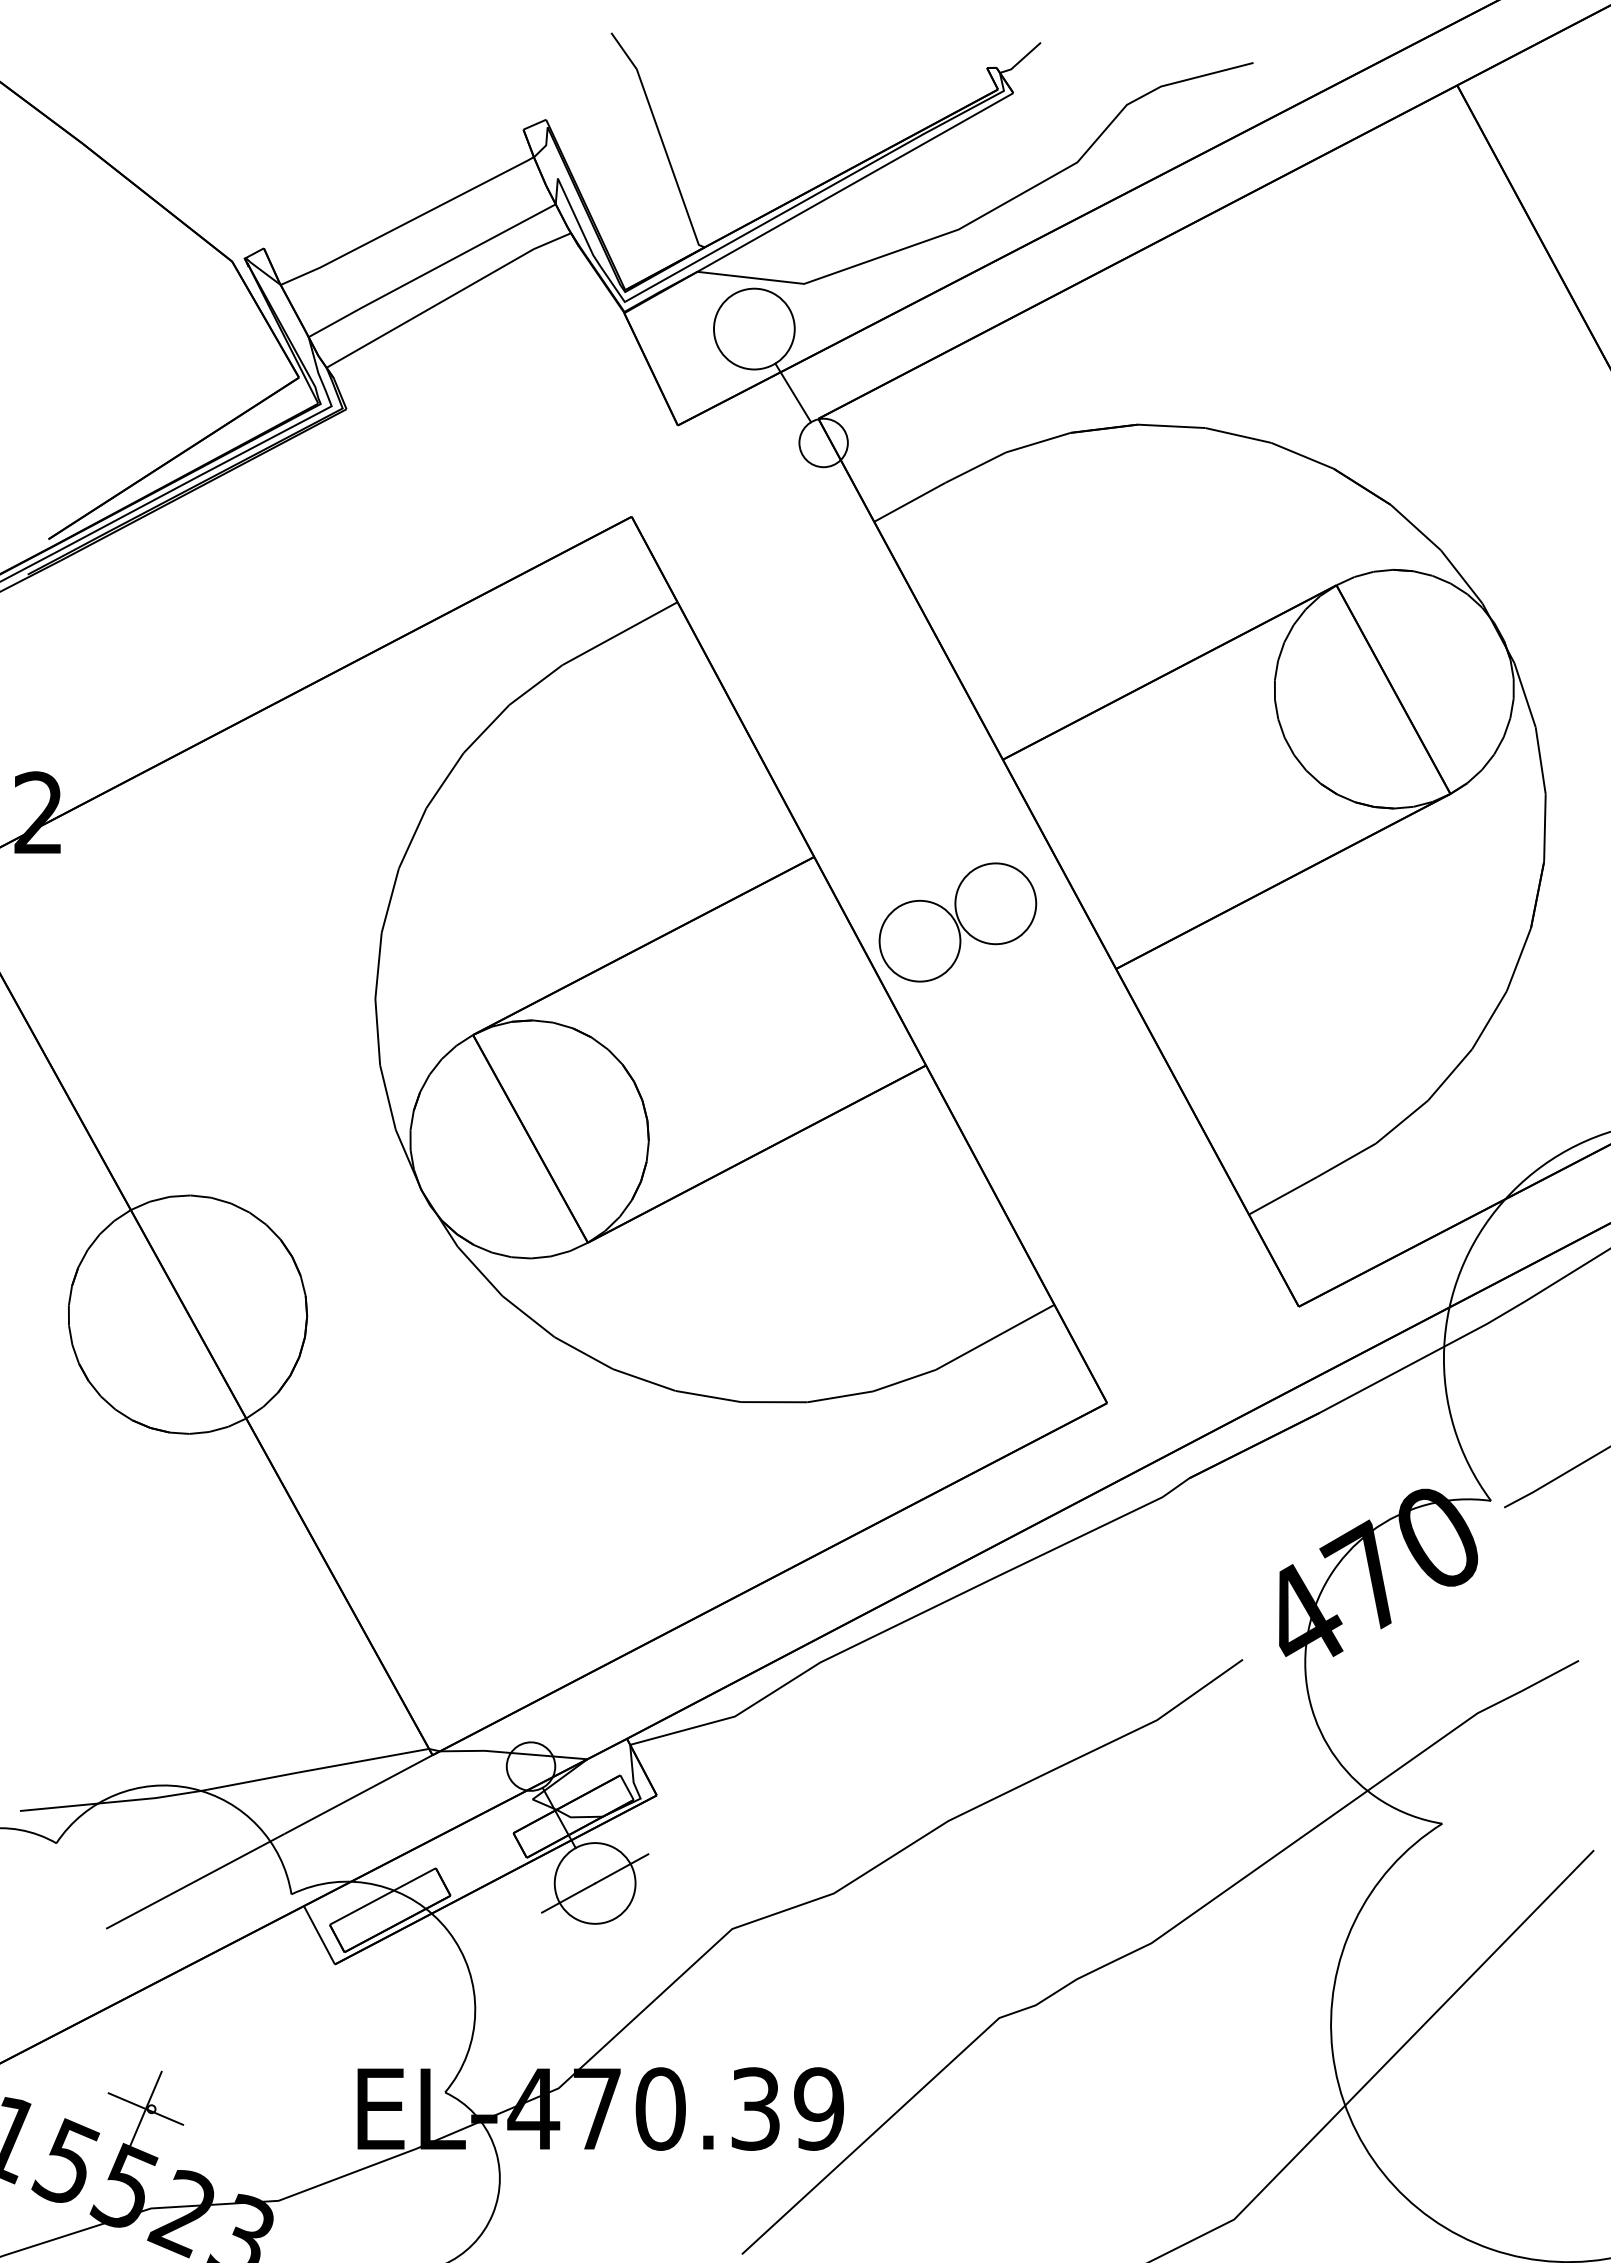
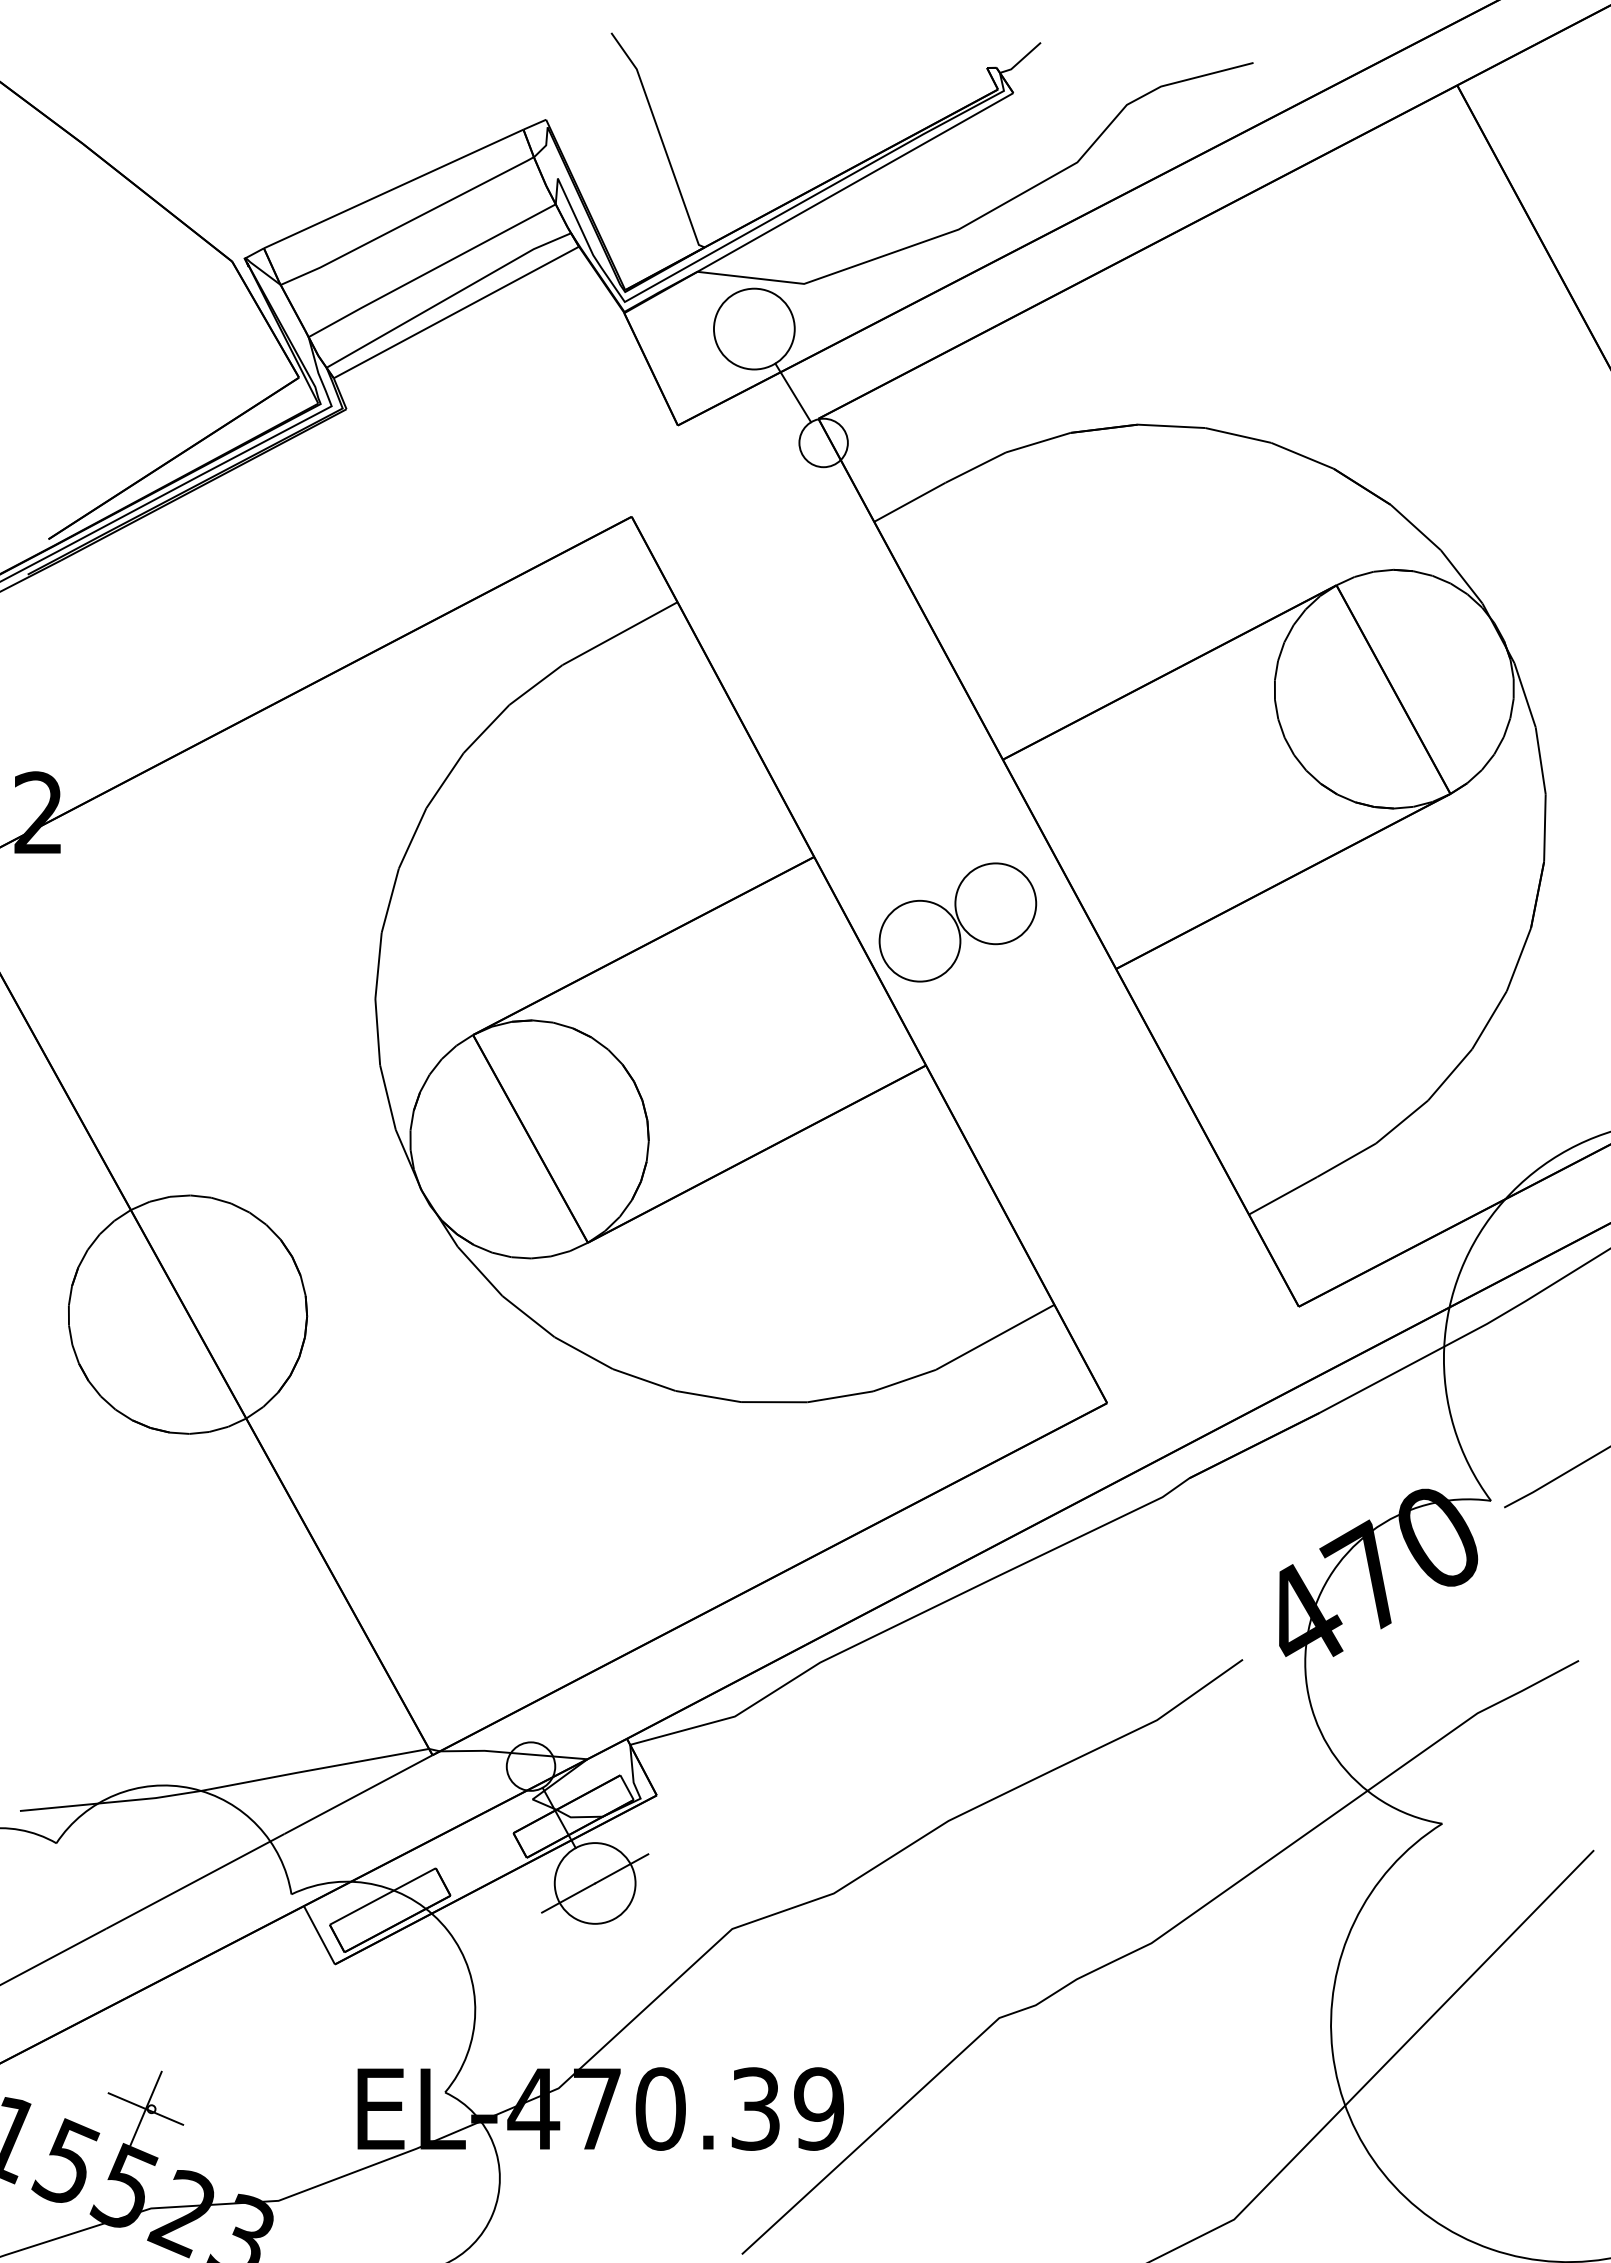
line at (393, 188): none -> present
line at (456, 312): none -> present
line at (54, 1956): none -> present
